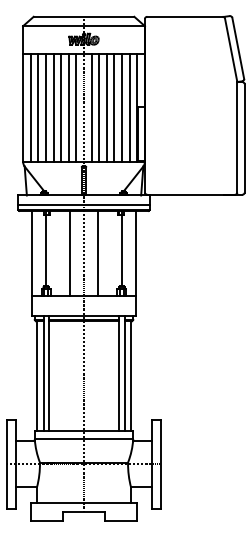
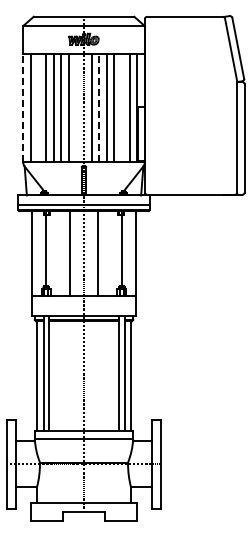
line at (38, 107): present -> none
line at (76, 107): present -> none
line at (122, 107): present -> none
line at (23, 108): solid -> dashed
line at (99, 108): solid -> dashed
